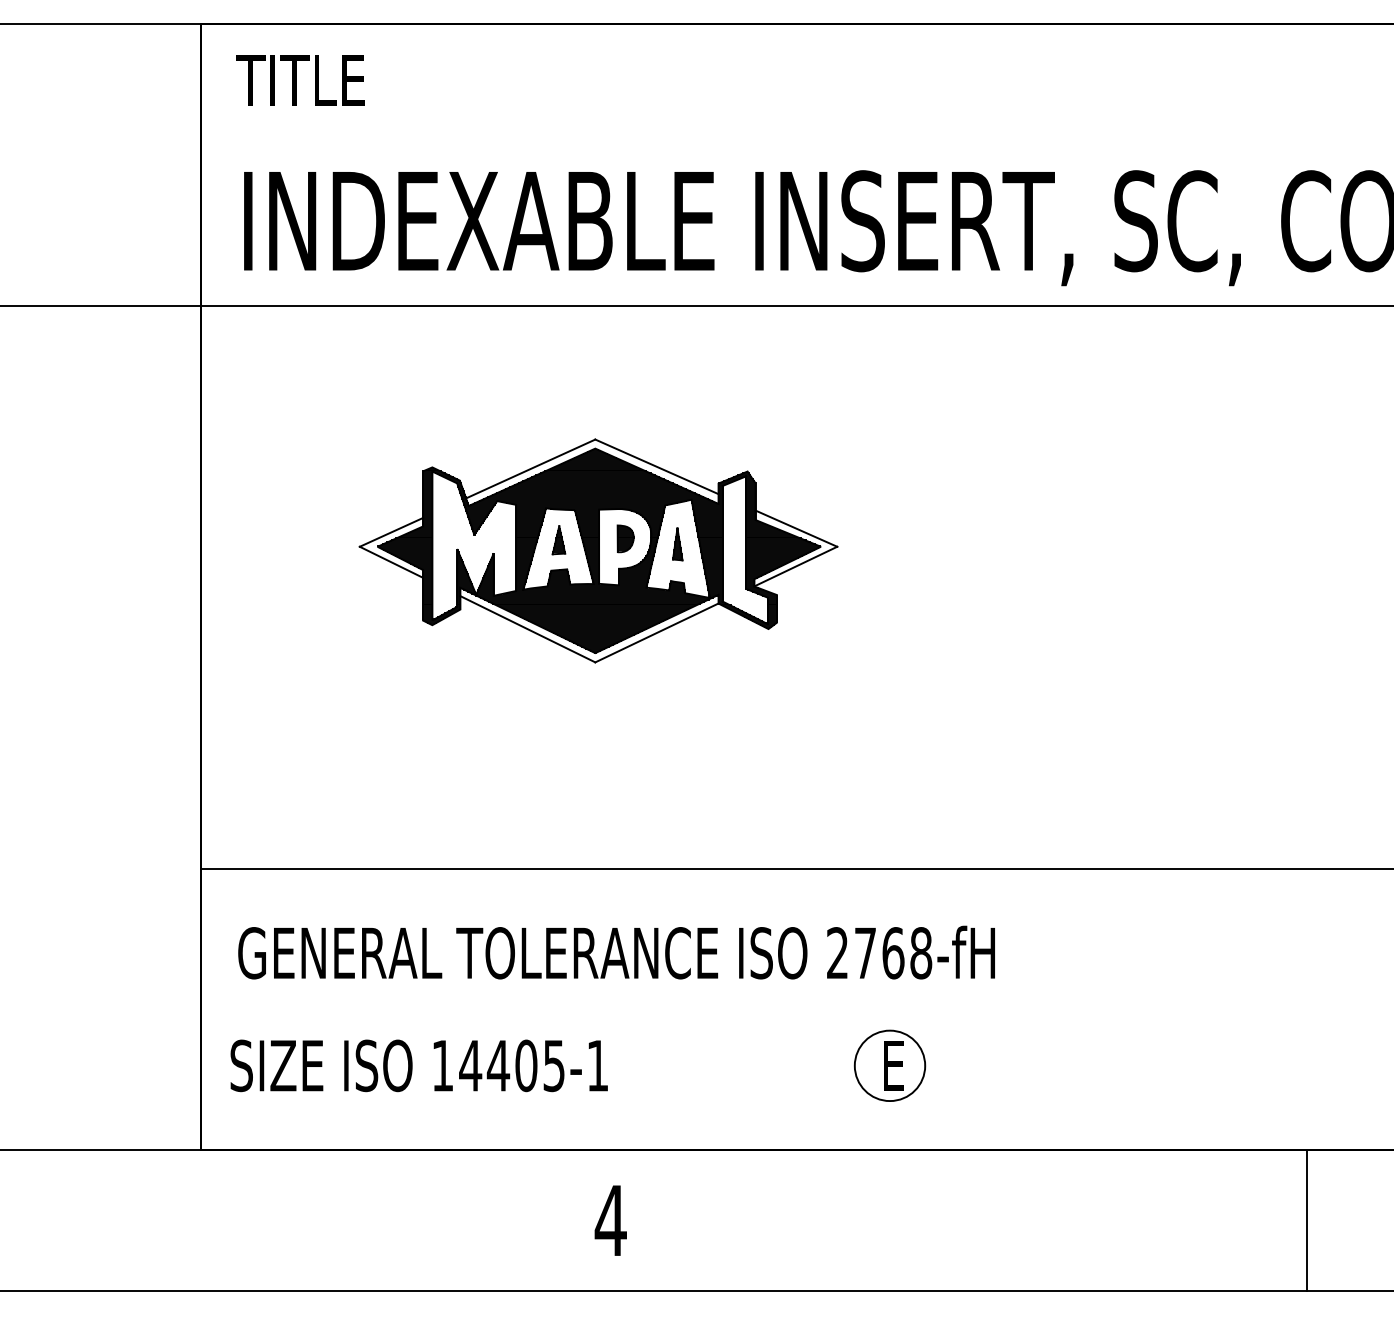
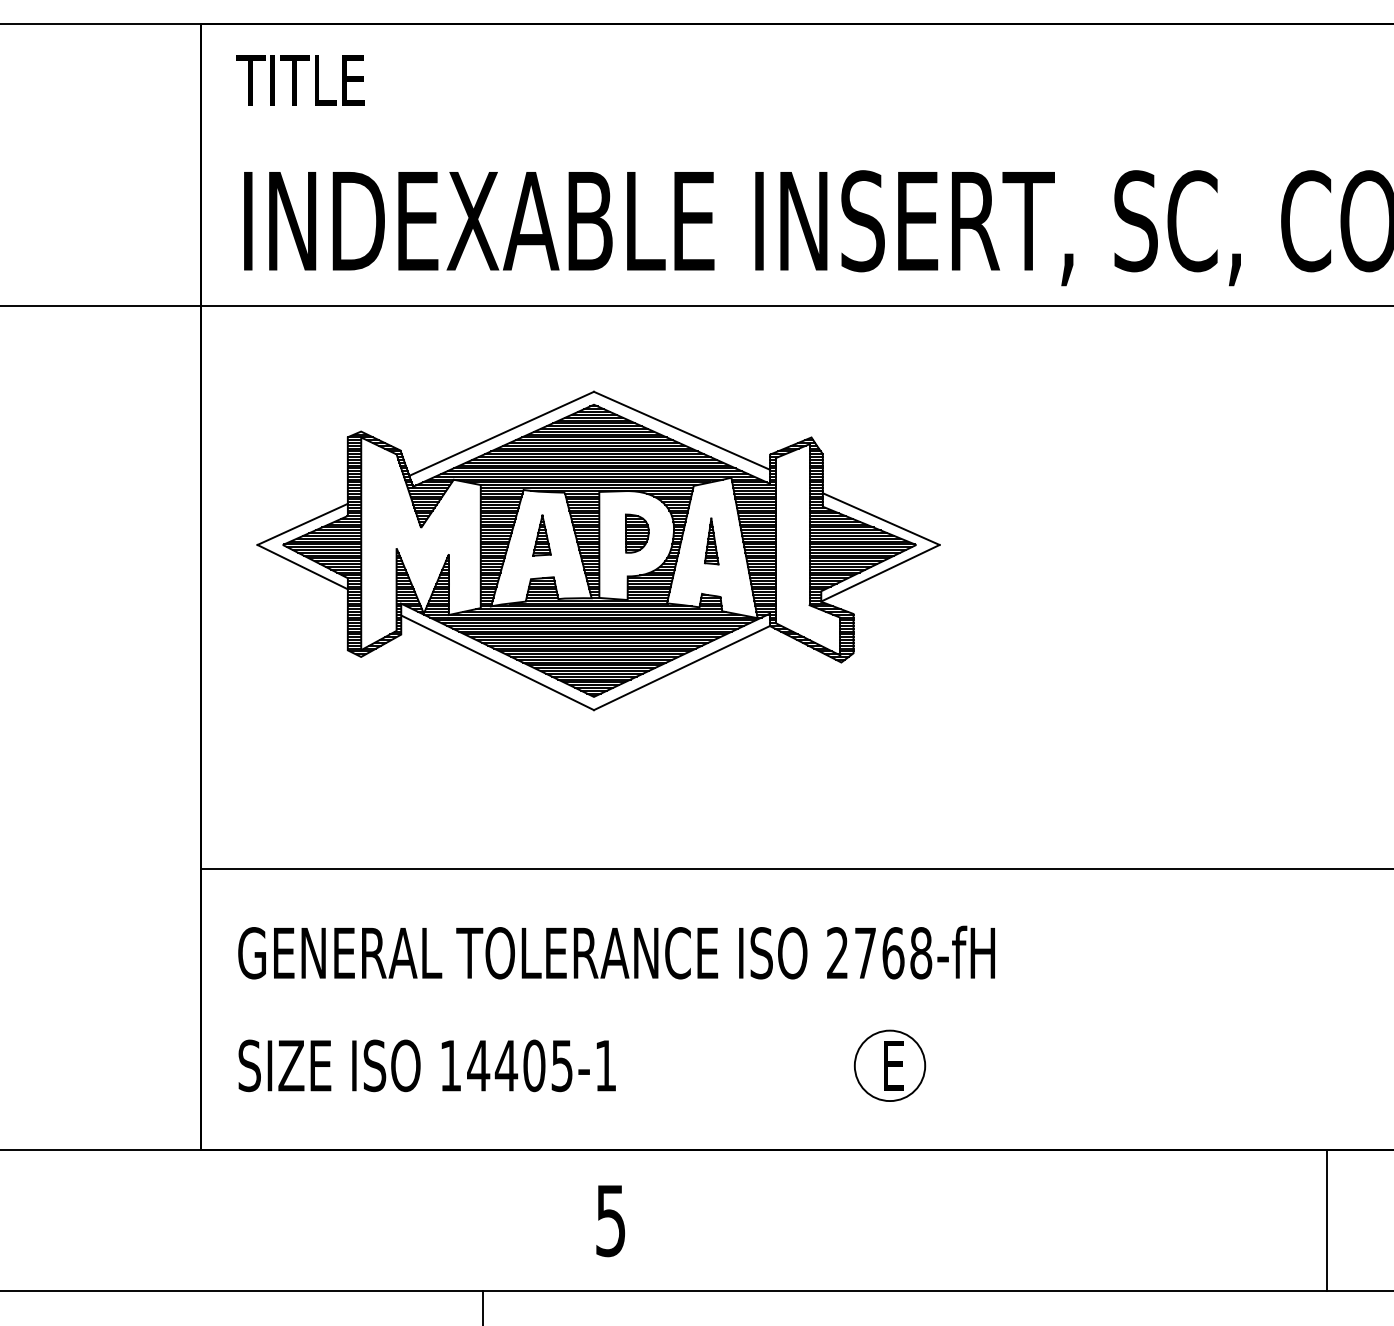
part at (598, 550) size: 481x226 px -> 685x322 px
text at (418, 1065) position: (418, 1065) -> (426, 1065)
line at (1307, 1220) position: (1307, 1220) -> (1327, 1220)
text at (610, 1221): 4 -> 5
line at (482, 1306): none -> present
